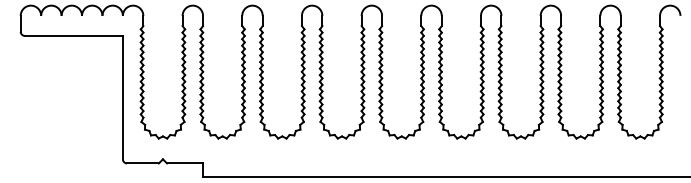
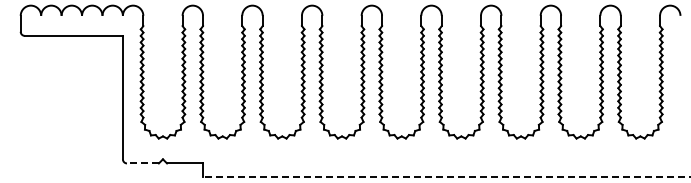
line at (142, 163): solid -> dashed
line at (446, 177): solid -> dashed
